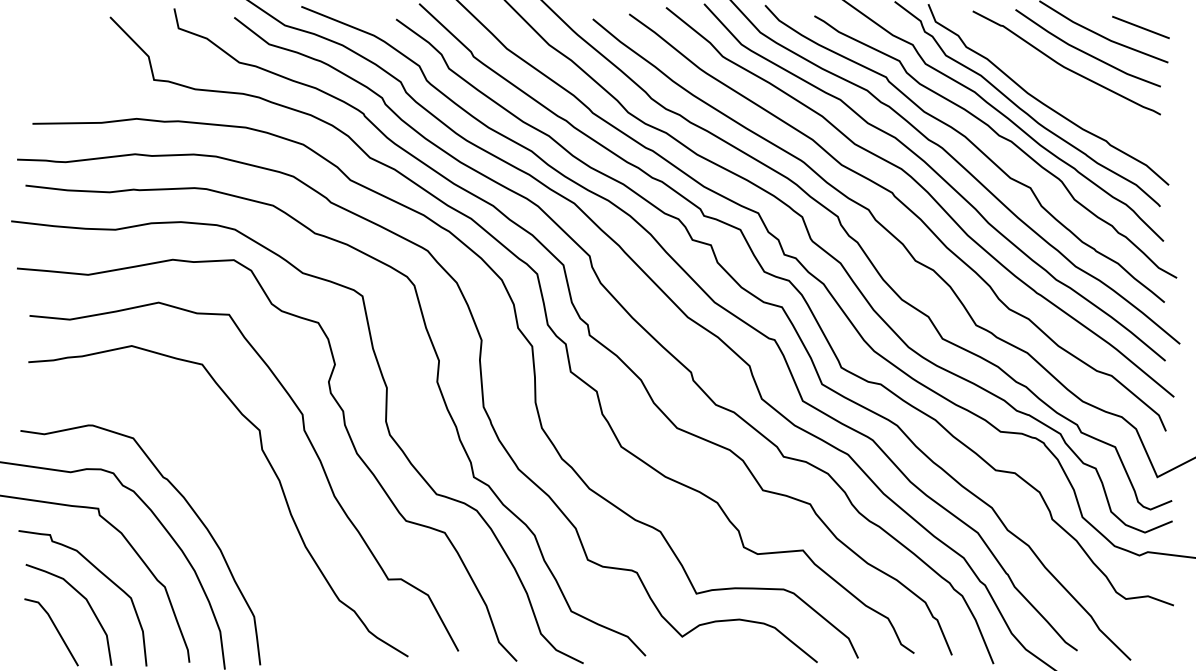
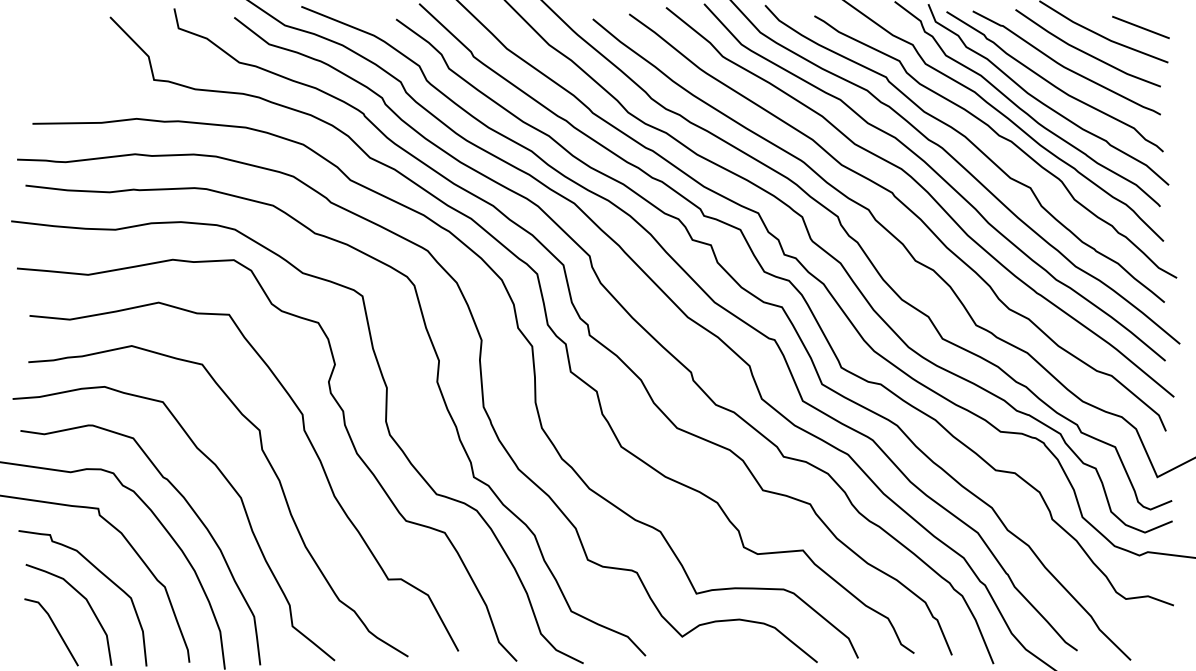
curve at (1052, 83): none -> present
curve at (227, 482): none -> present
